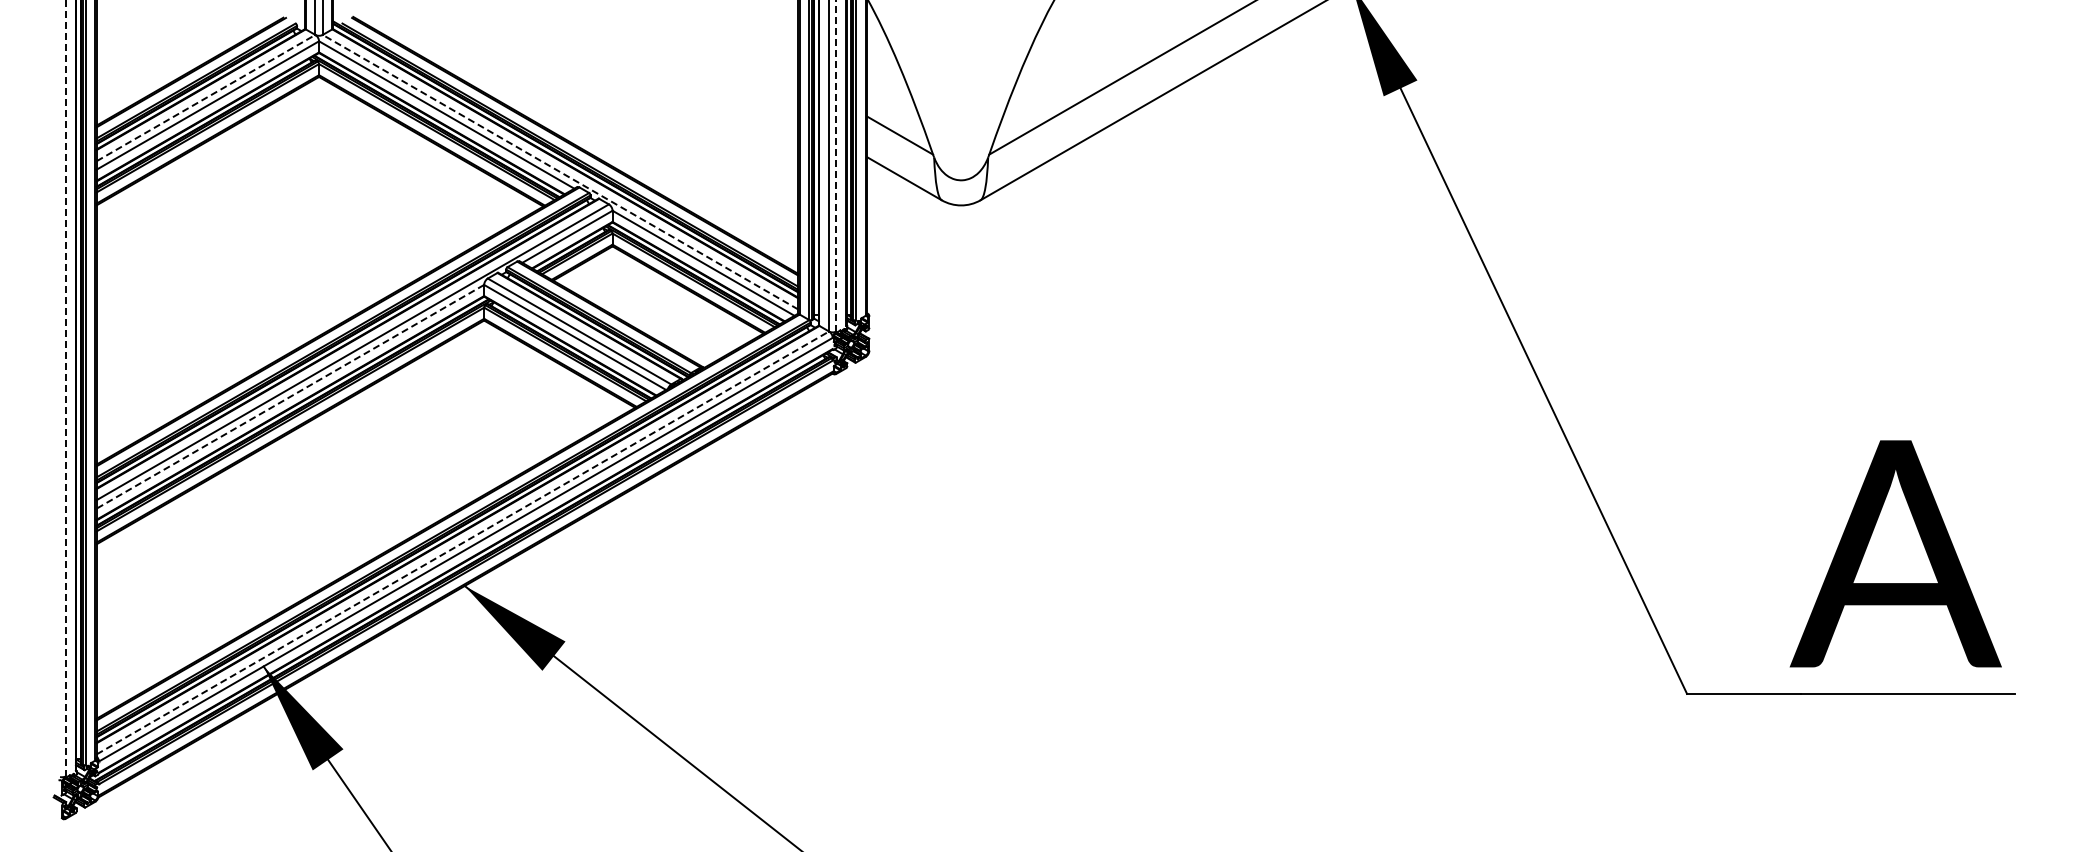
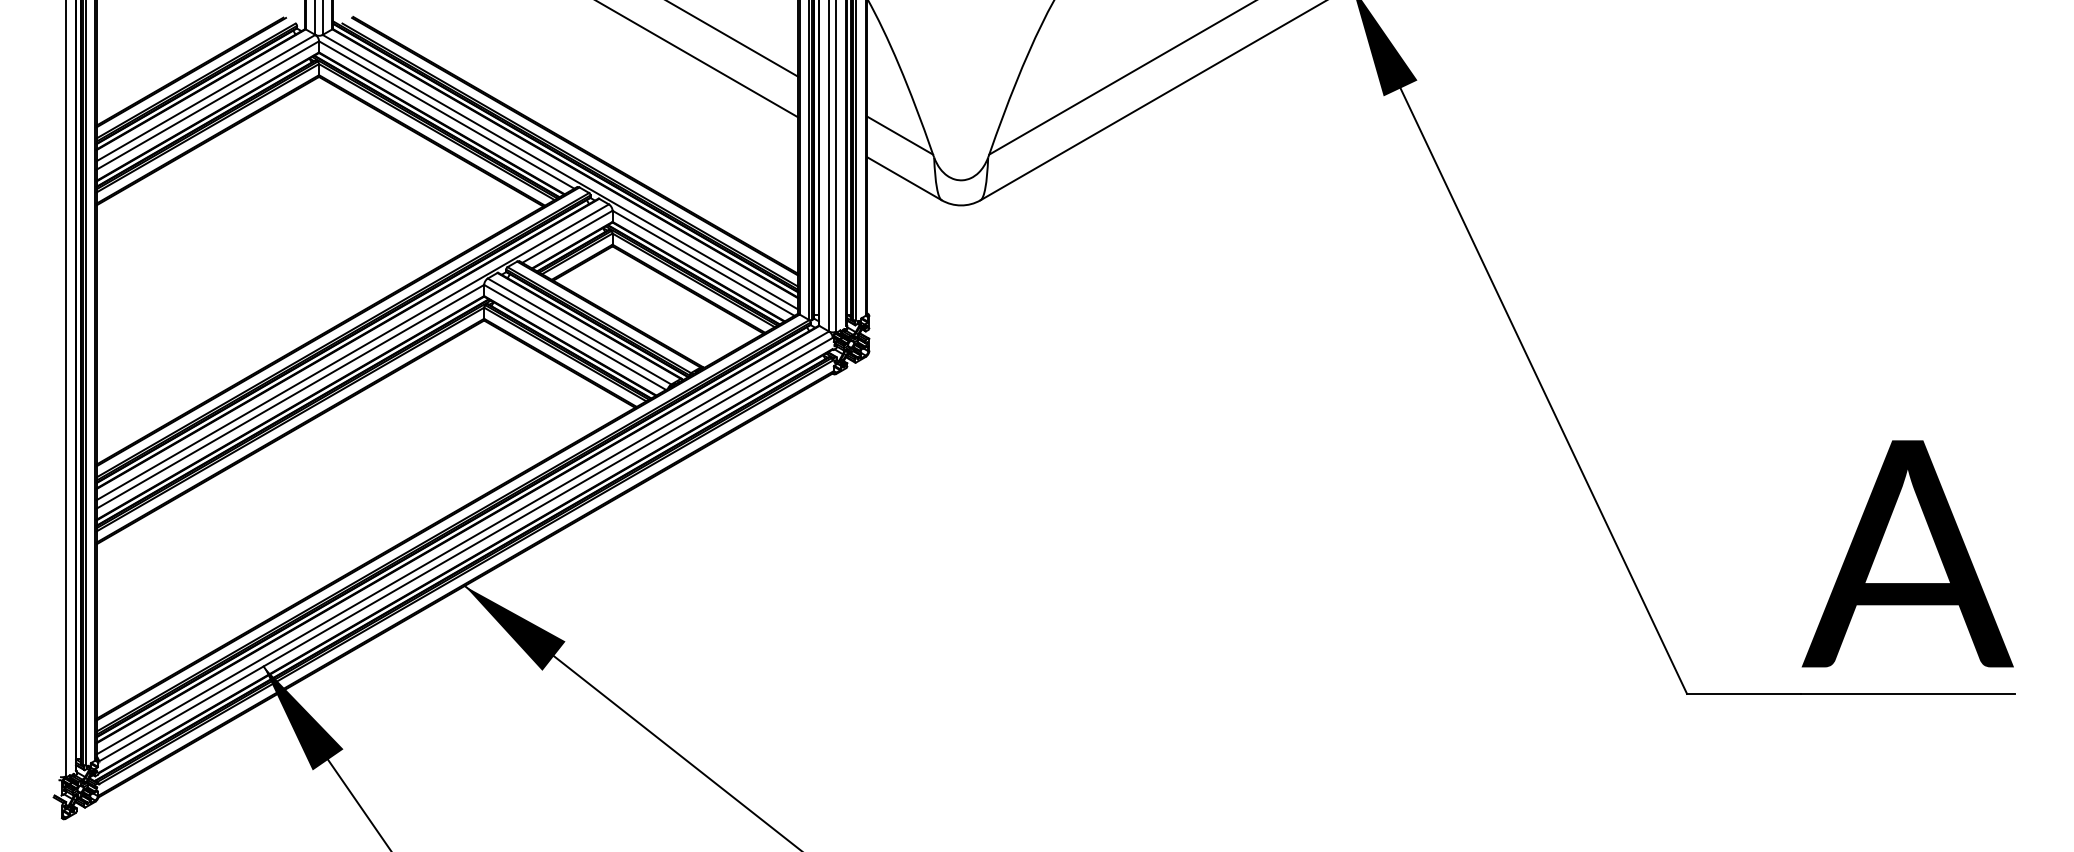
line at (733, 39): none -> present
line at (698, 59): none -> present
line at (206, 97): dashed -> solid
line at (836, 165): dashed -> solid
line at (560, 172): dashed -> solid
line at (65, 388): dashed -> solid
line at (290, 396): dashed -> solid
line at (462, 542): dashed -> solid
text at (1895, 553) position: (1895, 553) -> (1907, 553)
